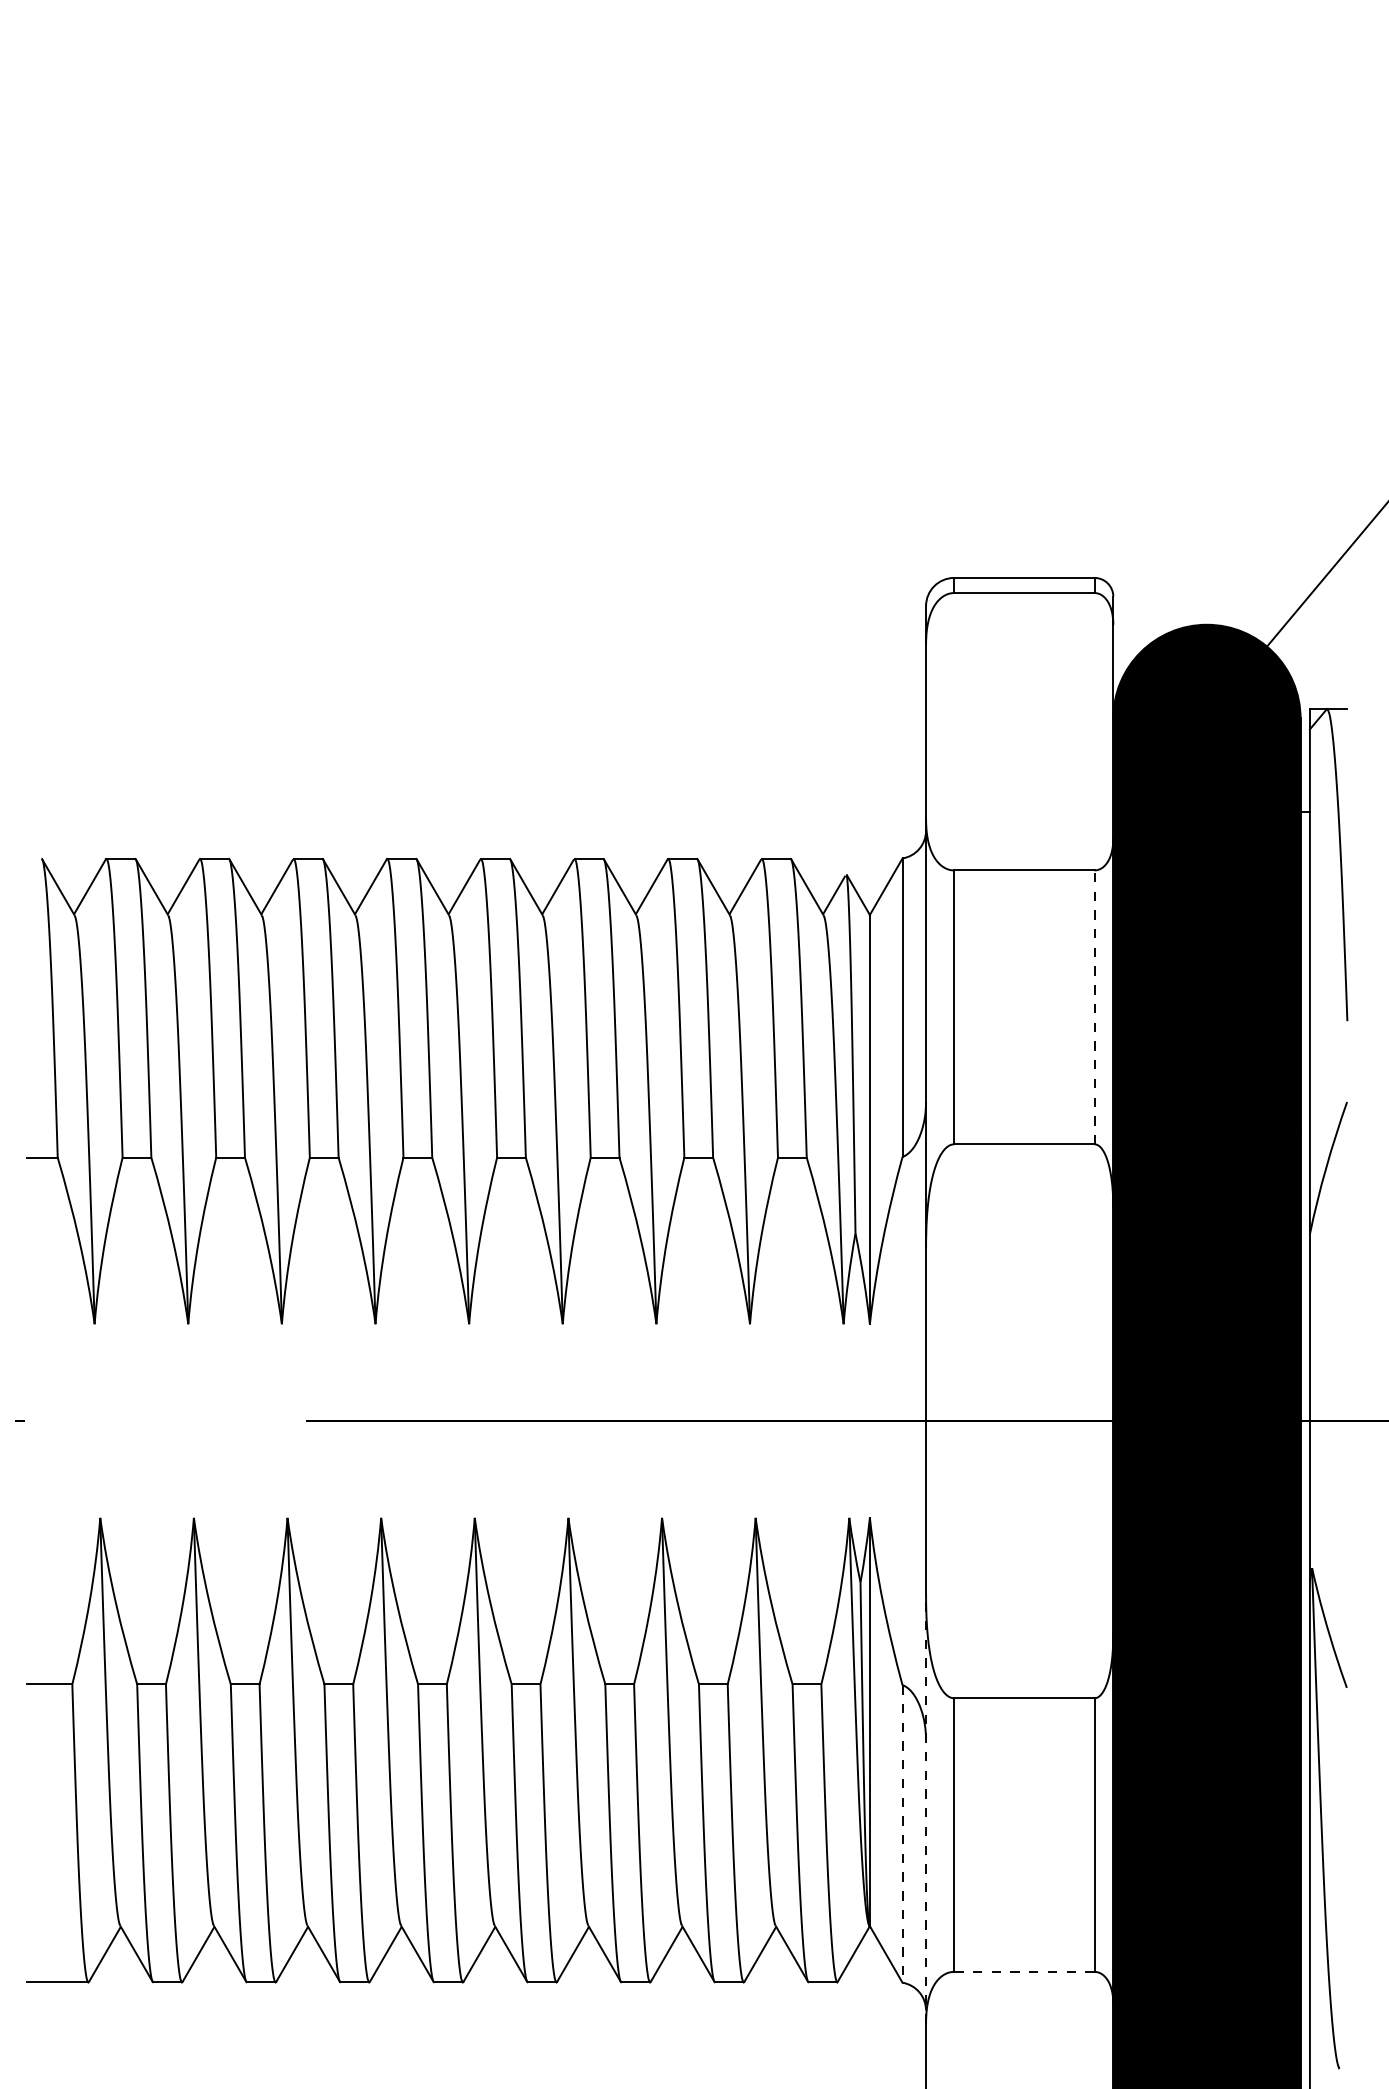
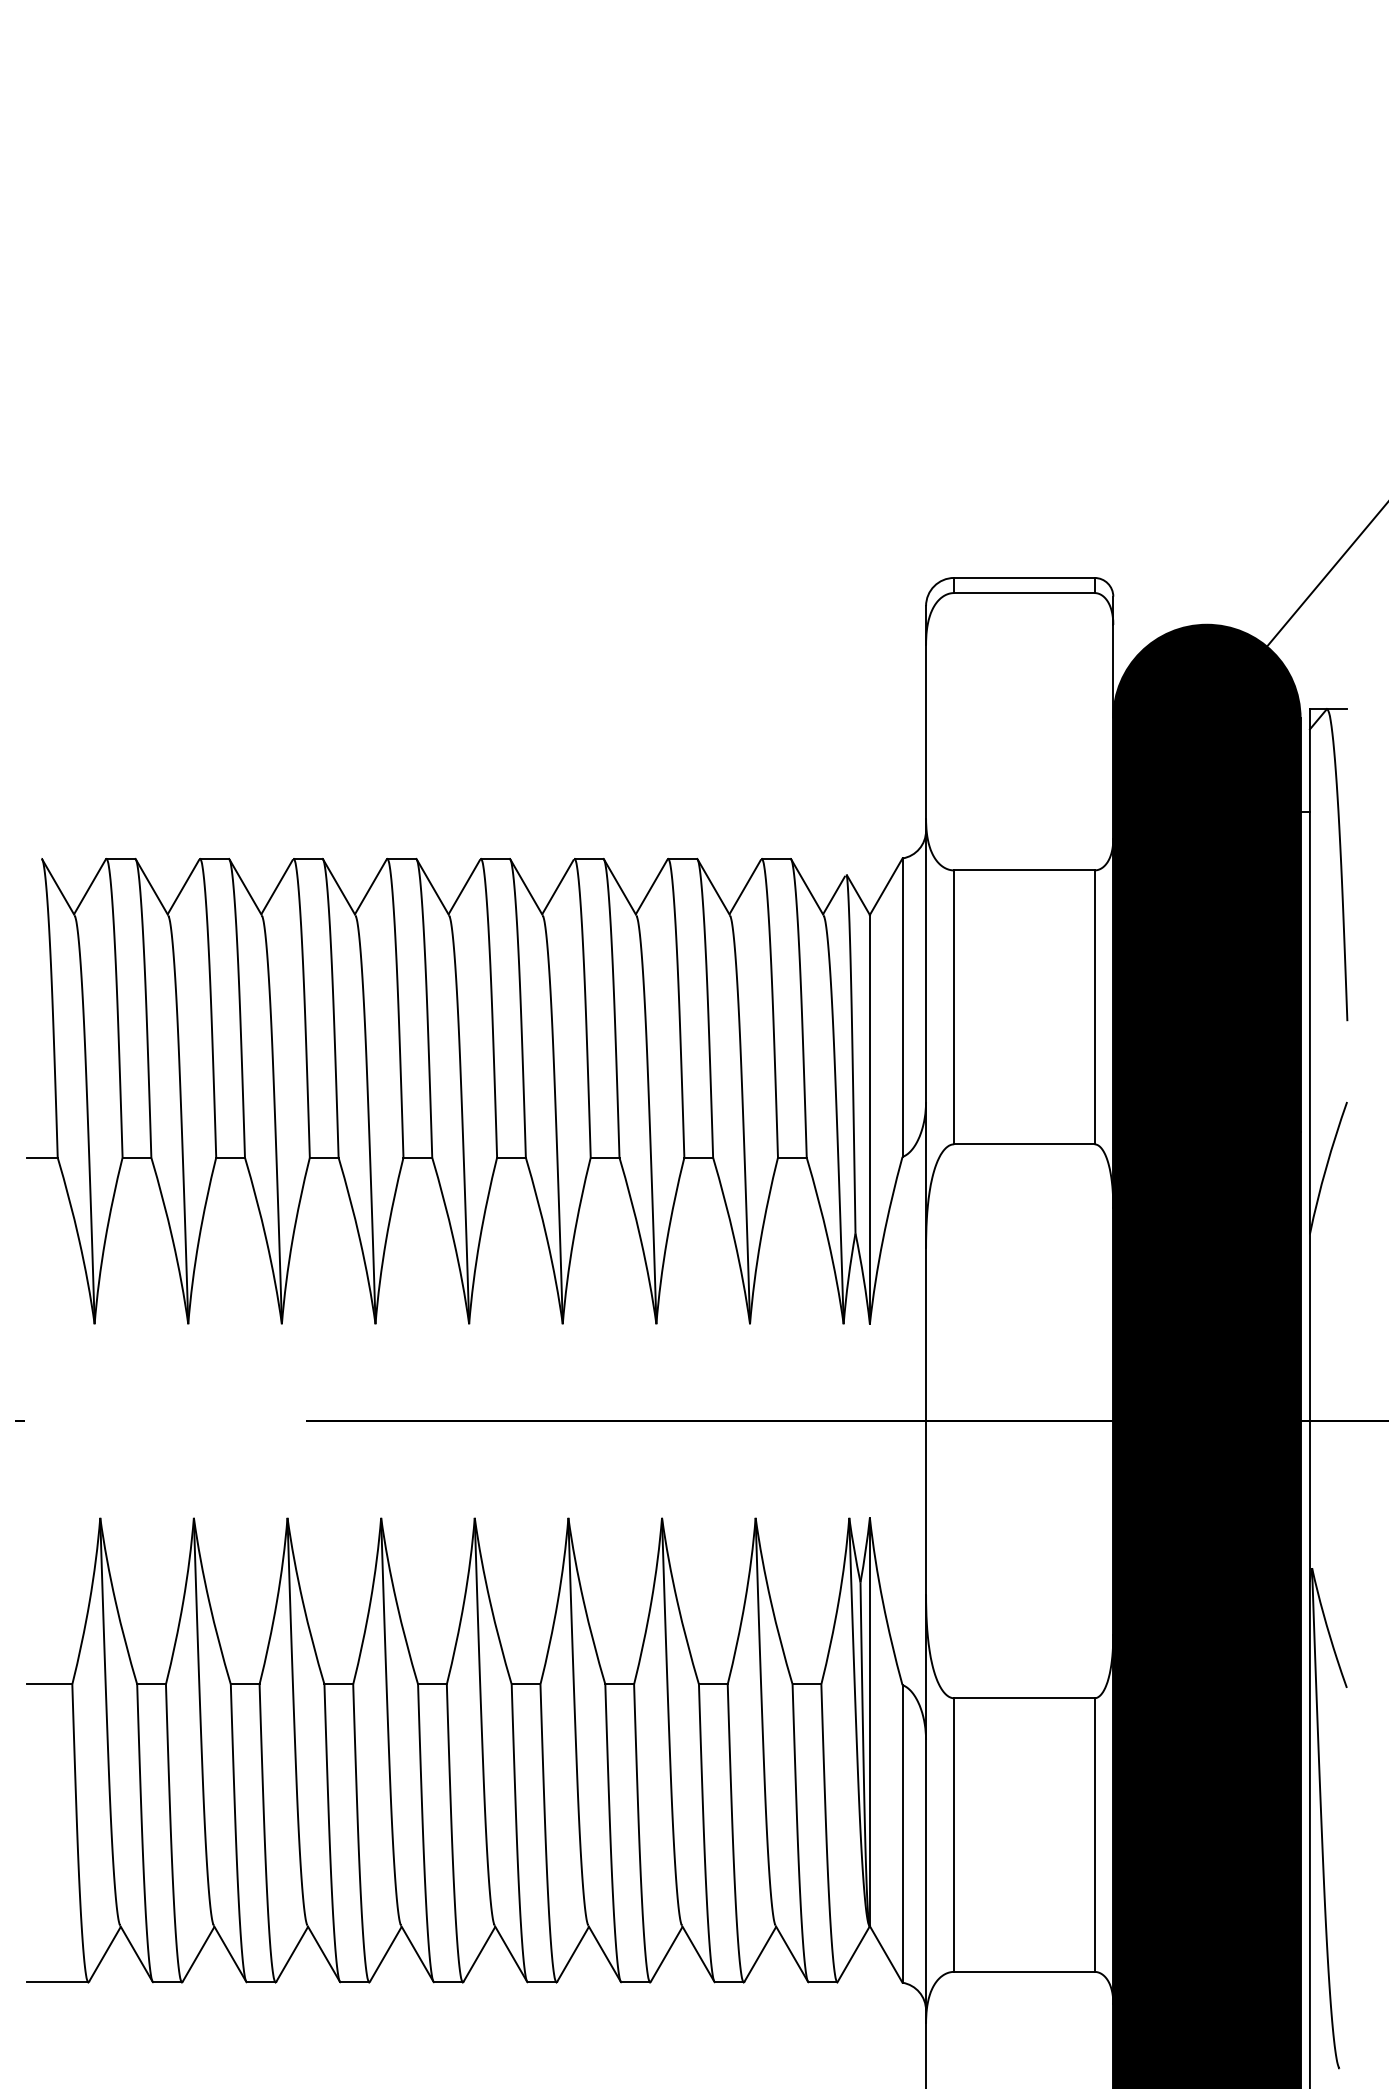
line at (1094, 1007): dashed -> solid
line at (926, 1808): dashed -> solid
line at (902, 1833): dashed -> solid
line at (1023, 1971): dashed -> solid
